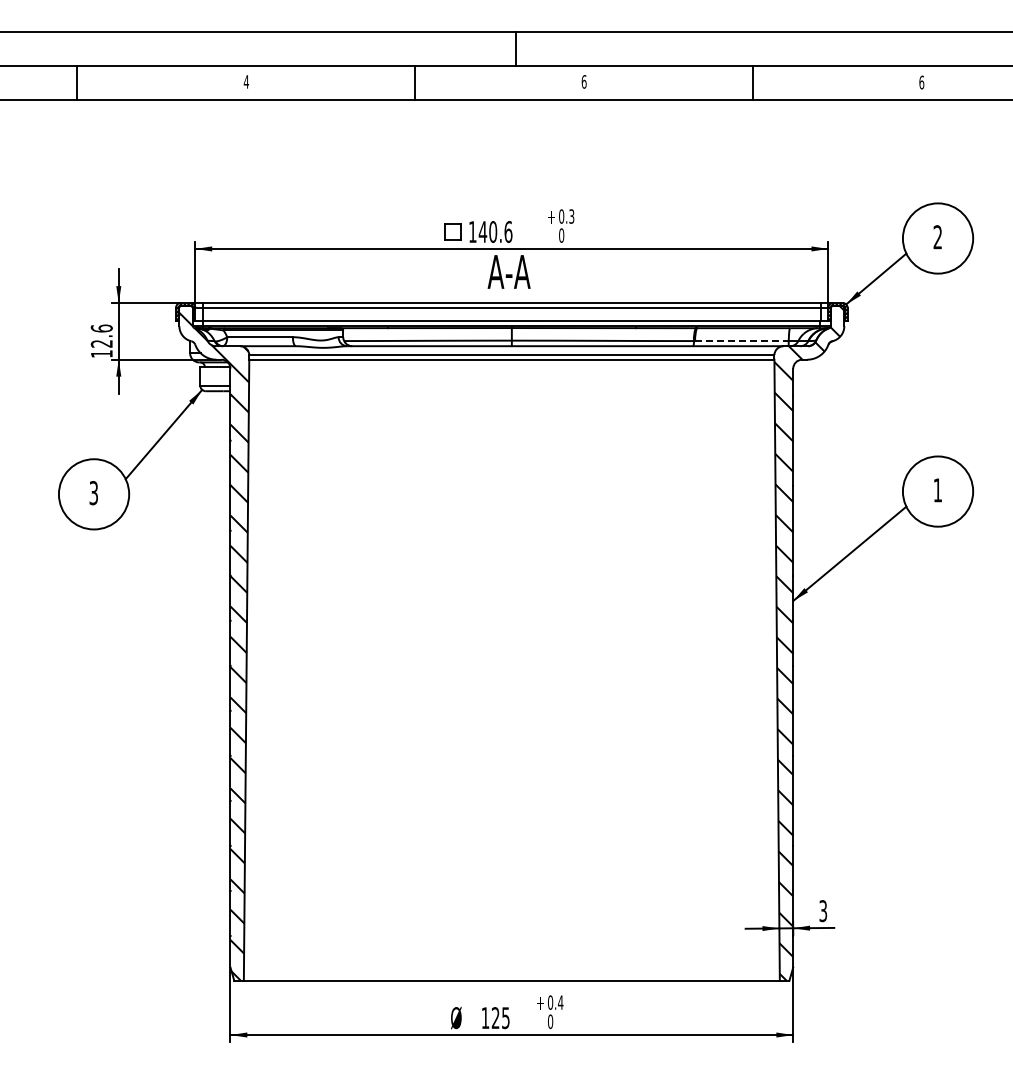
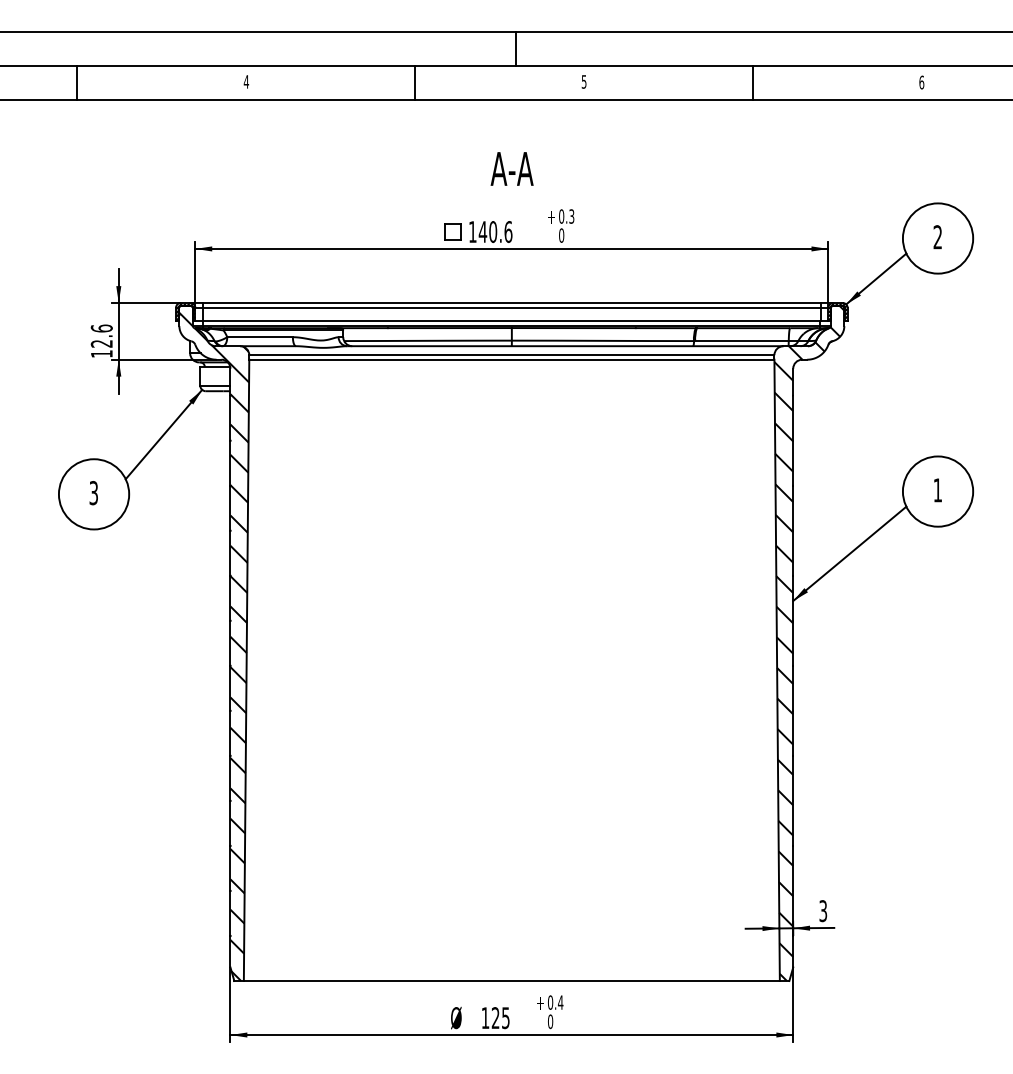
text at (583, 81): 6 -> 5
text at (508, 271) position: (508, 271) -> (511, 168)
line at (741, 341): dashed -> solid
